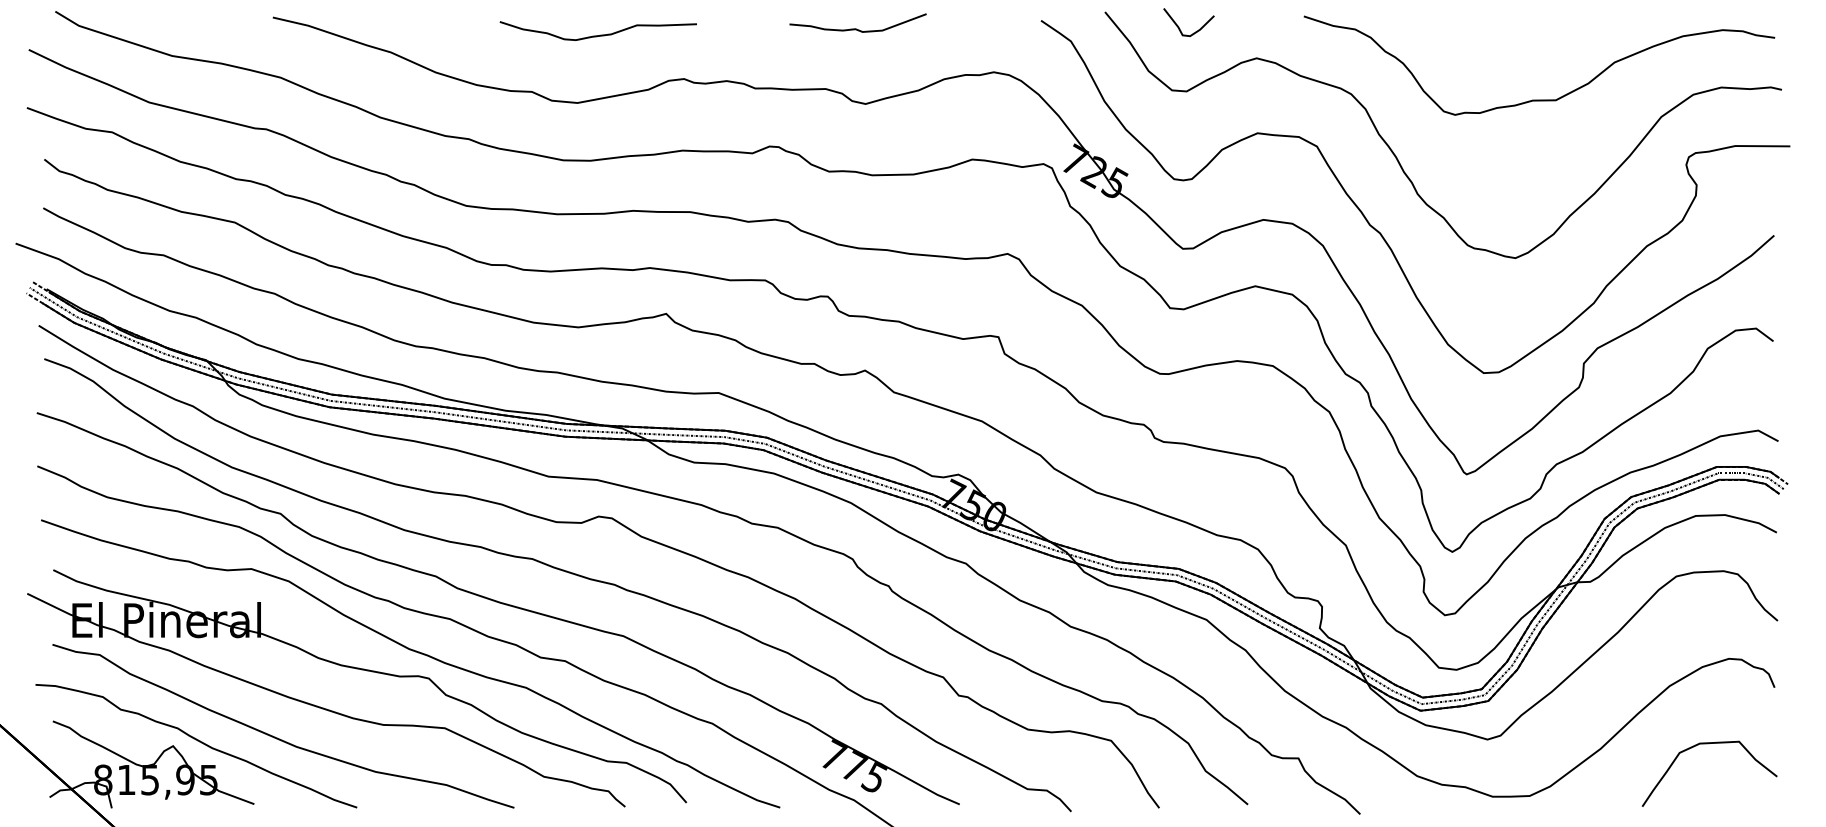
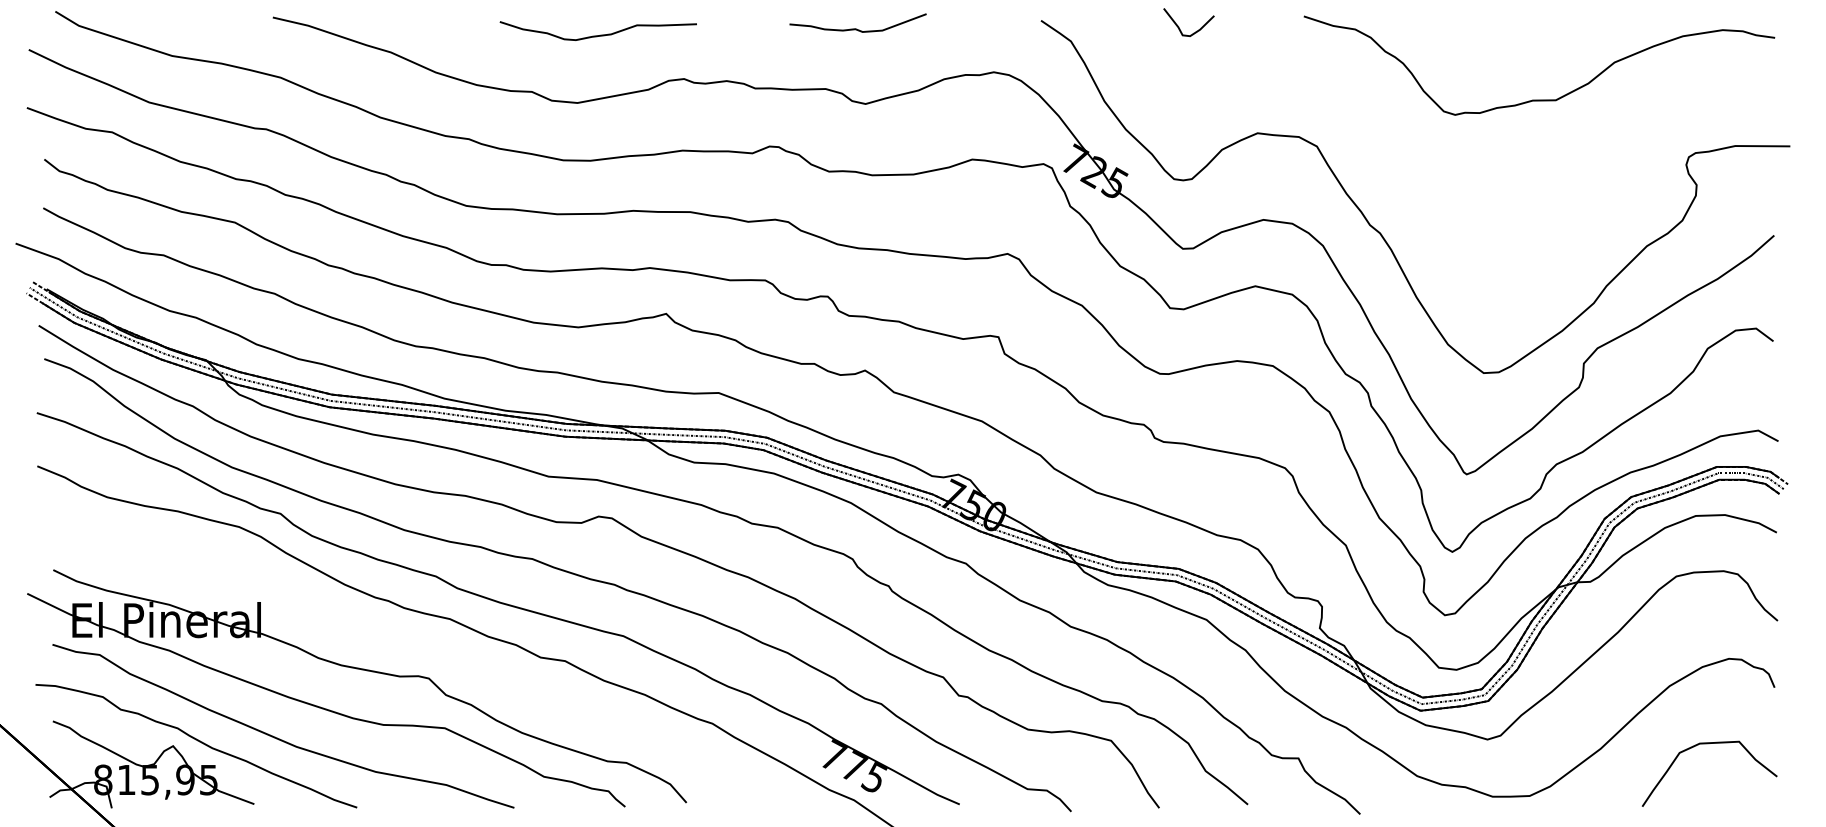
part at (1397, 157): present -> none
part at (415, 652): present -> none
